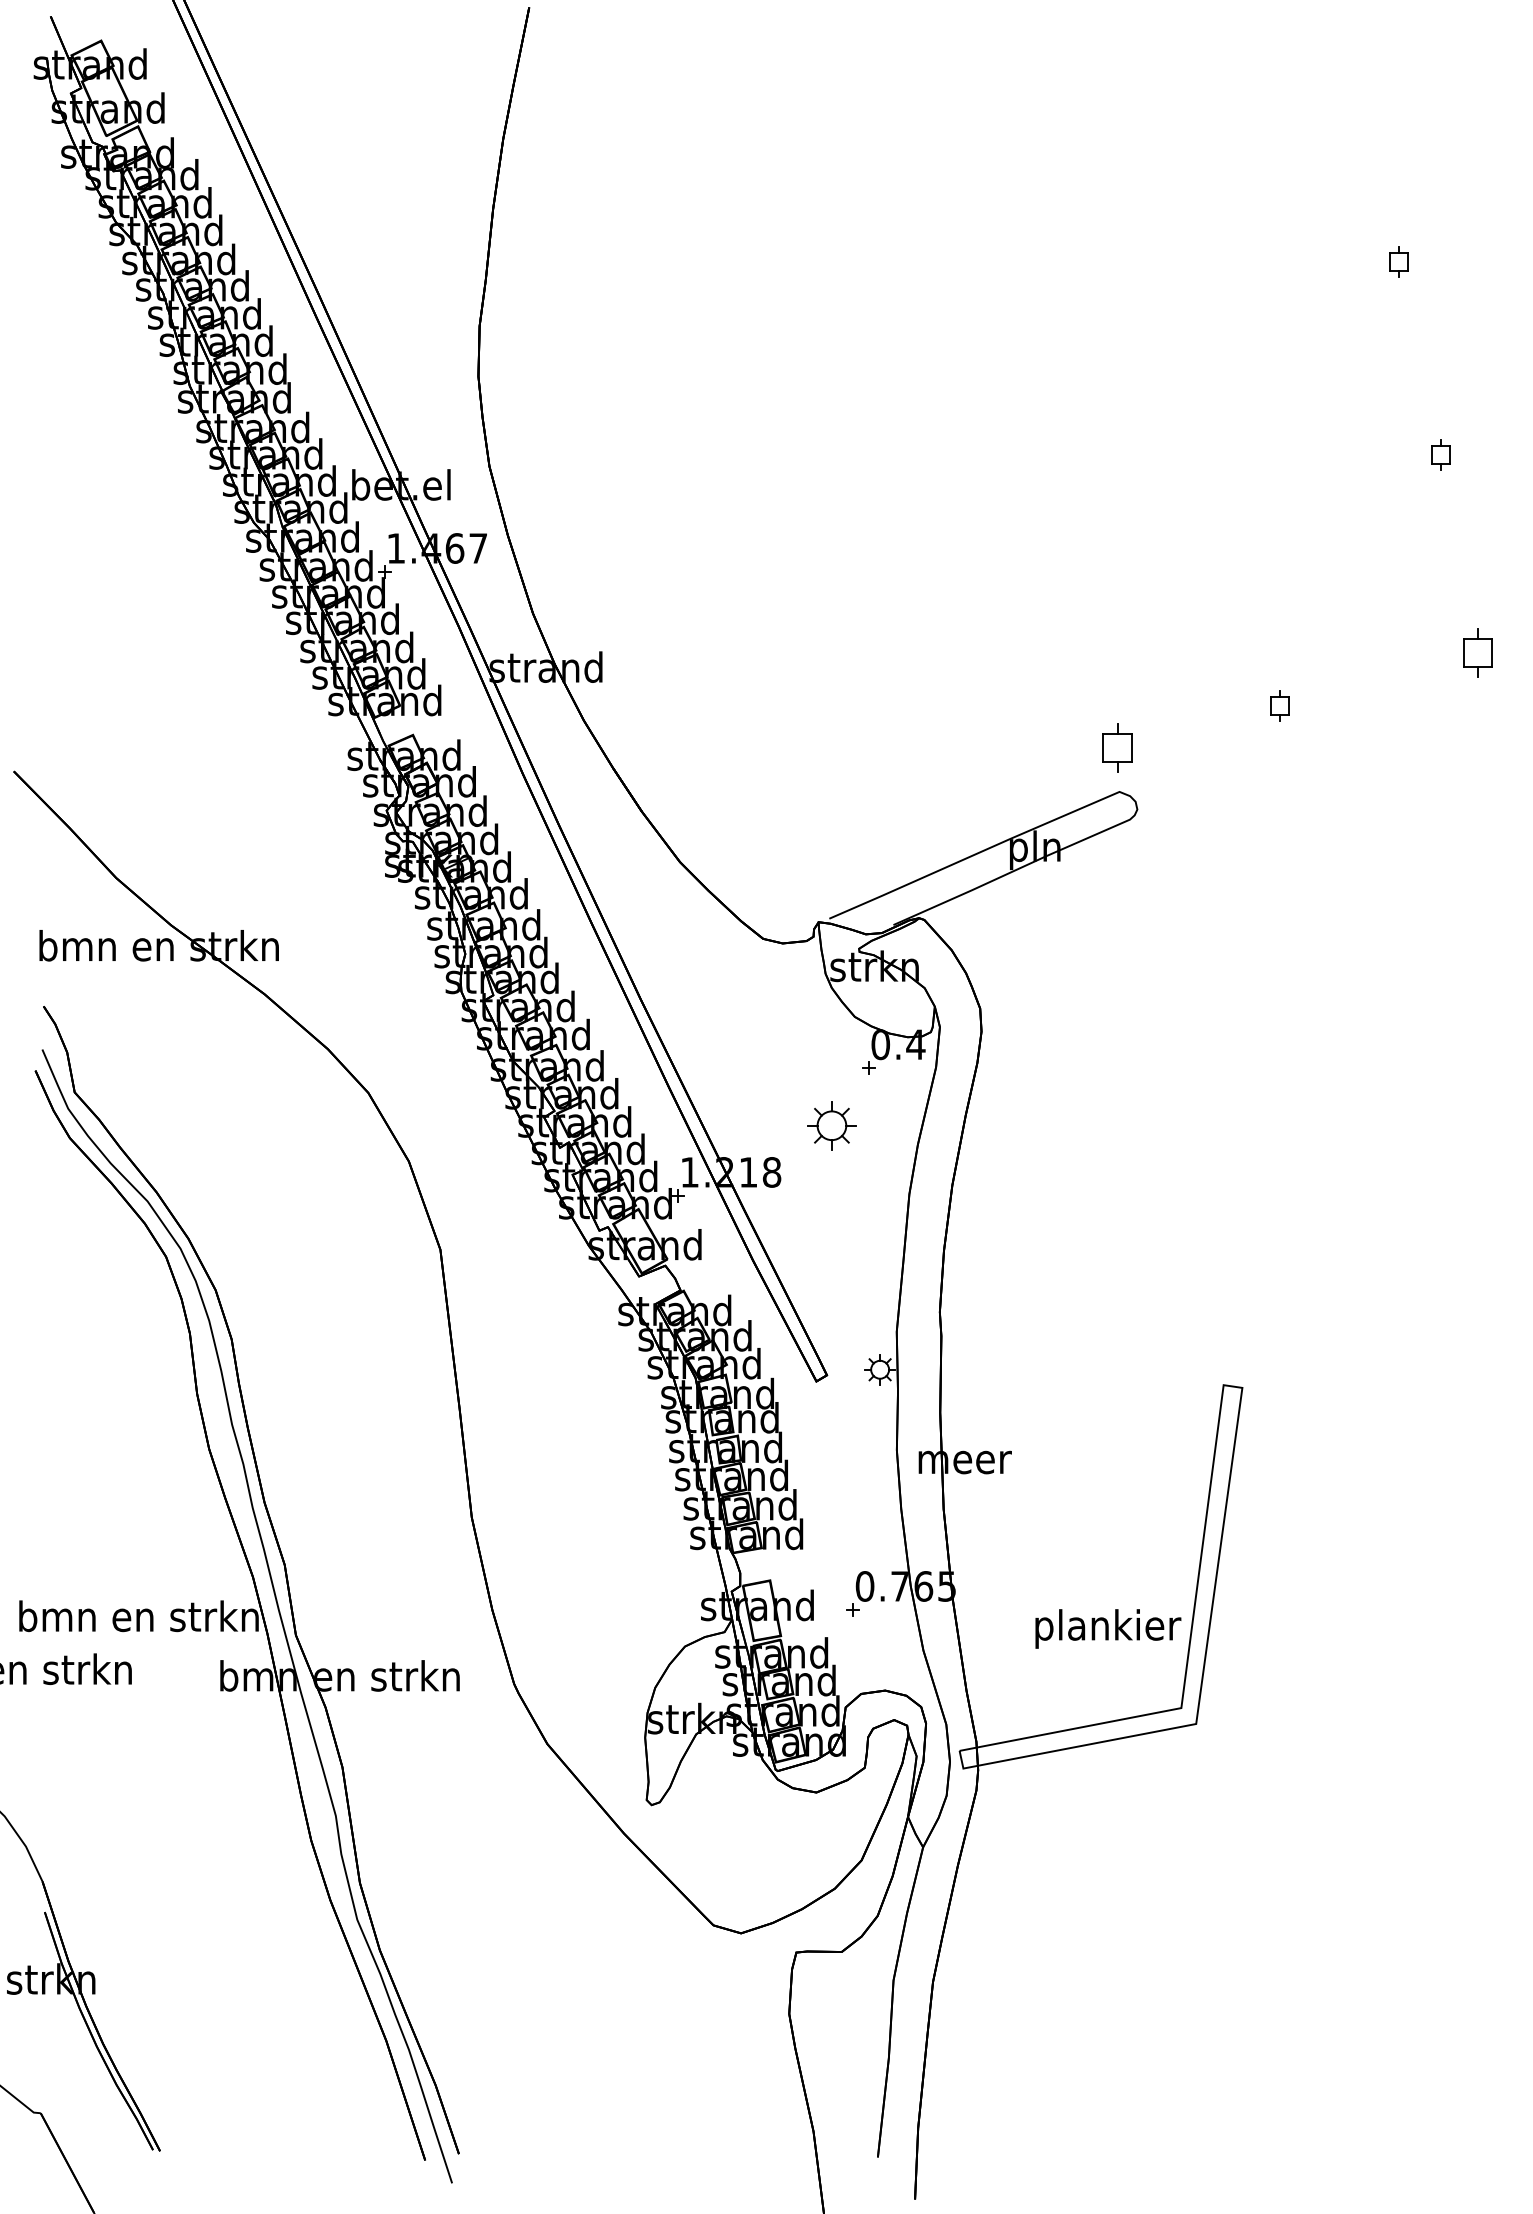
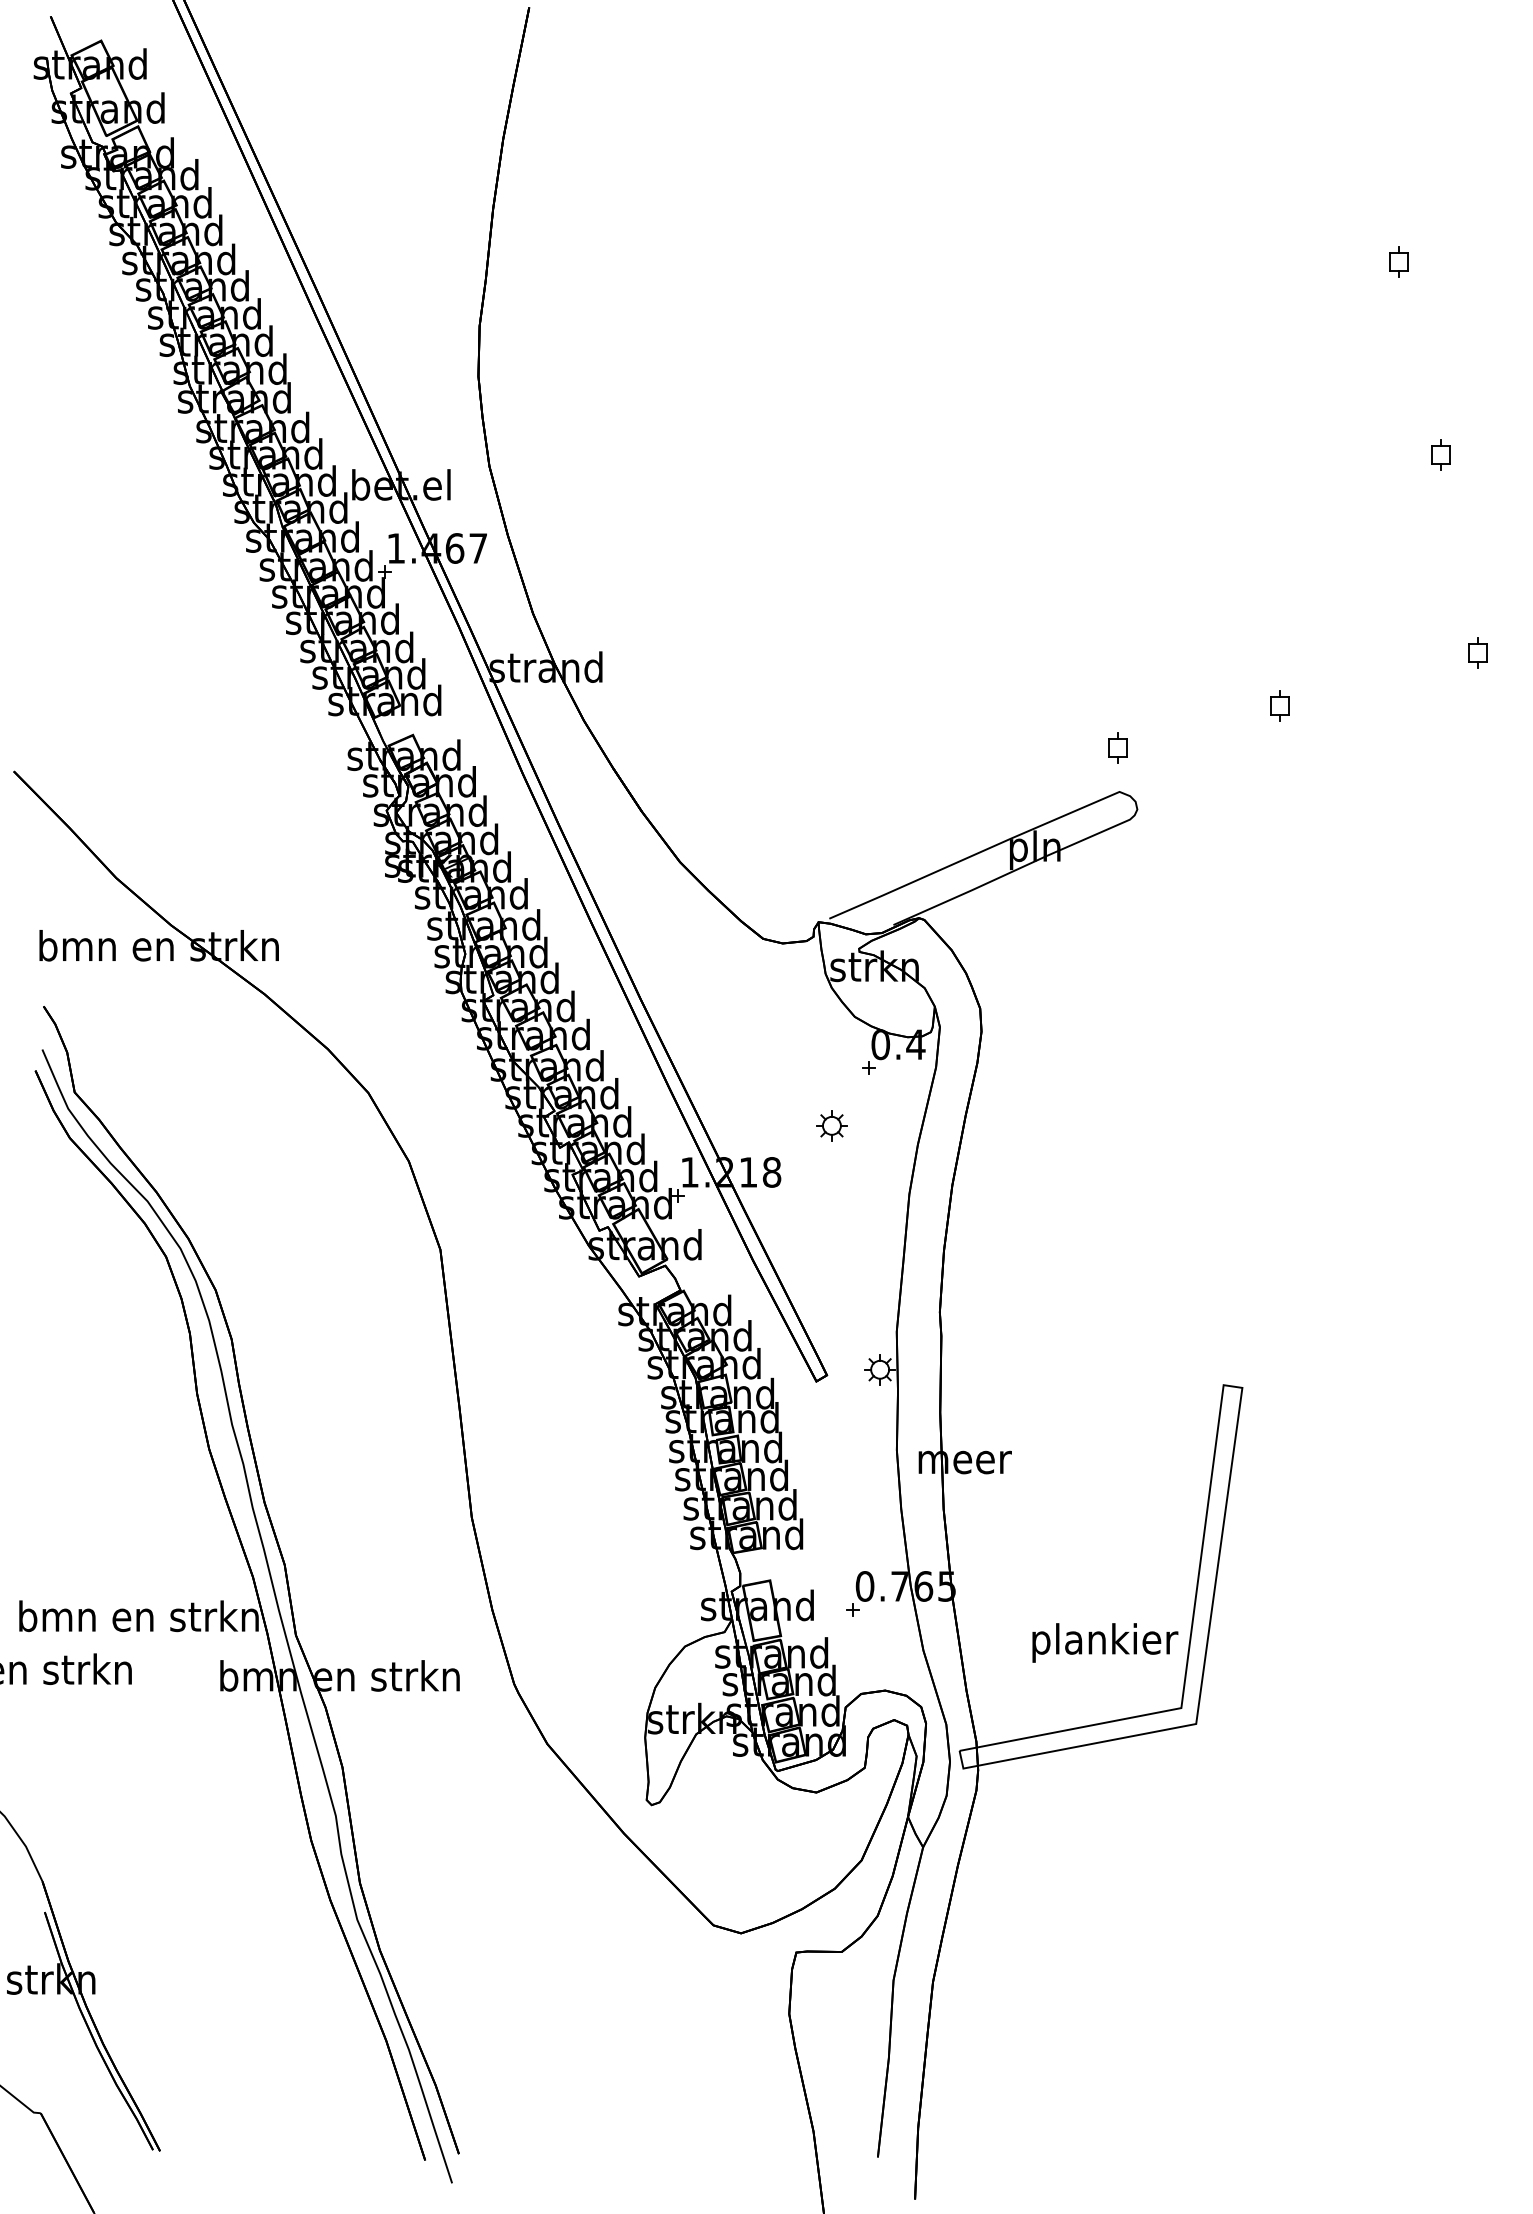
part at (1477, 652) size: 30x50 px -> 20x32 px
part at (1117, 747) size: 31x50 px -> 20x32 px
part at (831, 1125) size: 50x50 px -> 32x32 px
text at (1108, 1628) position: (1108, 1628) -> (1105, 1642)
